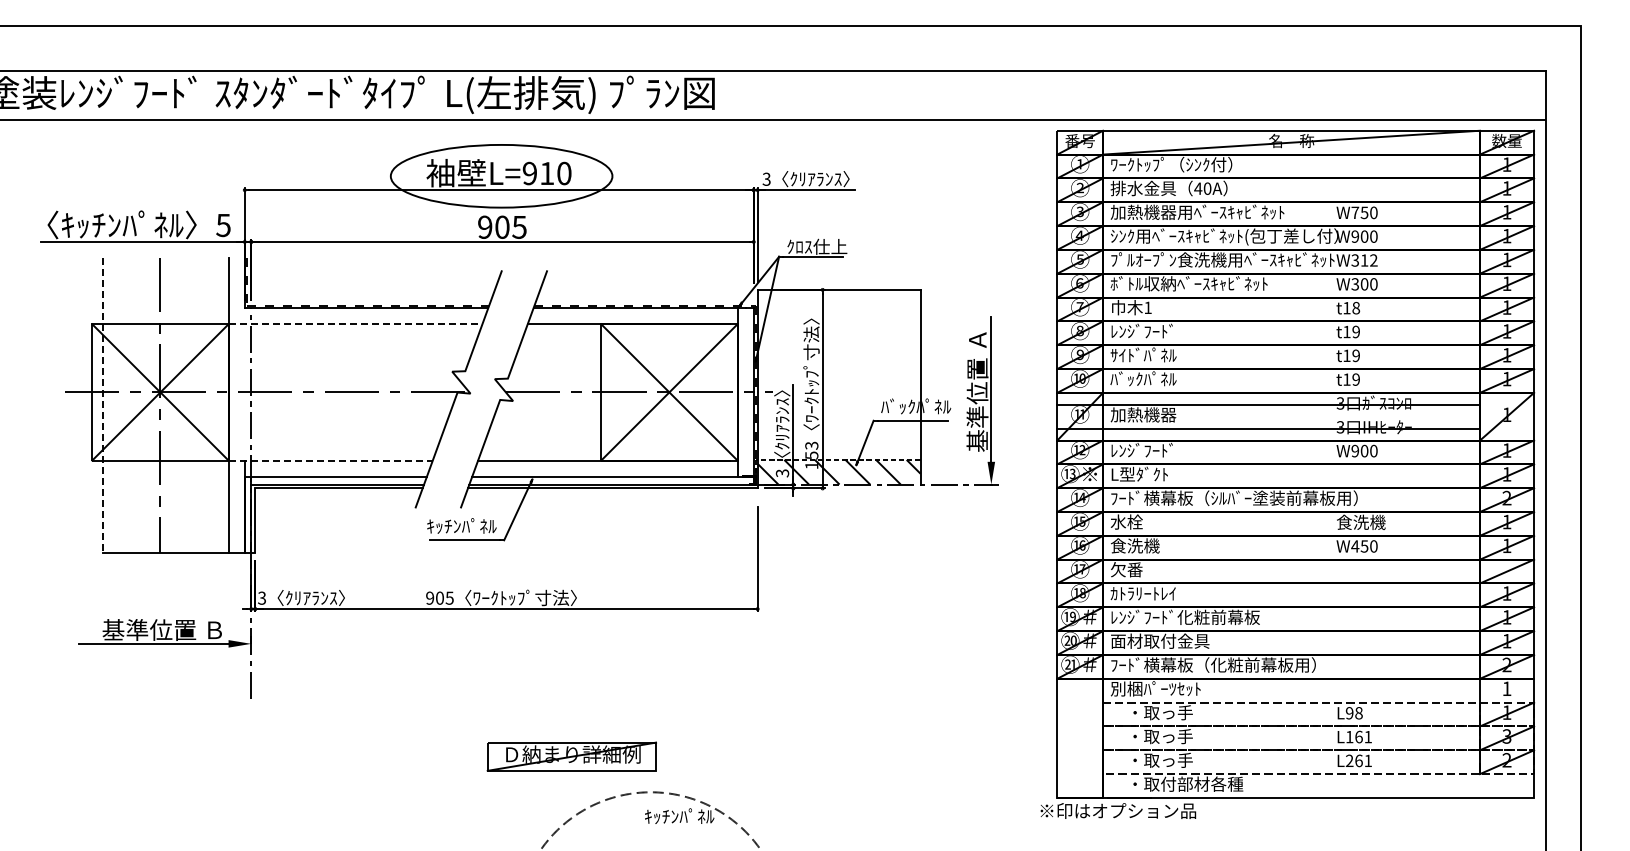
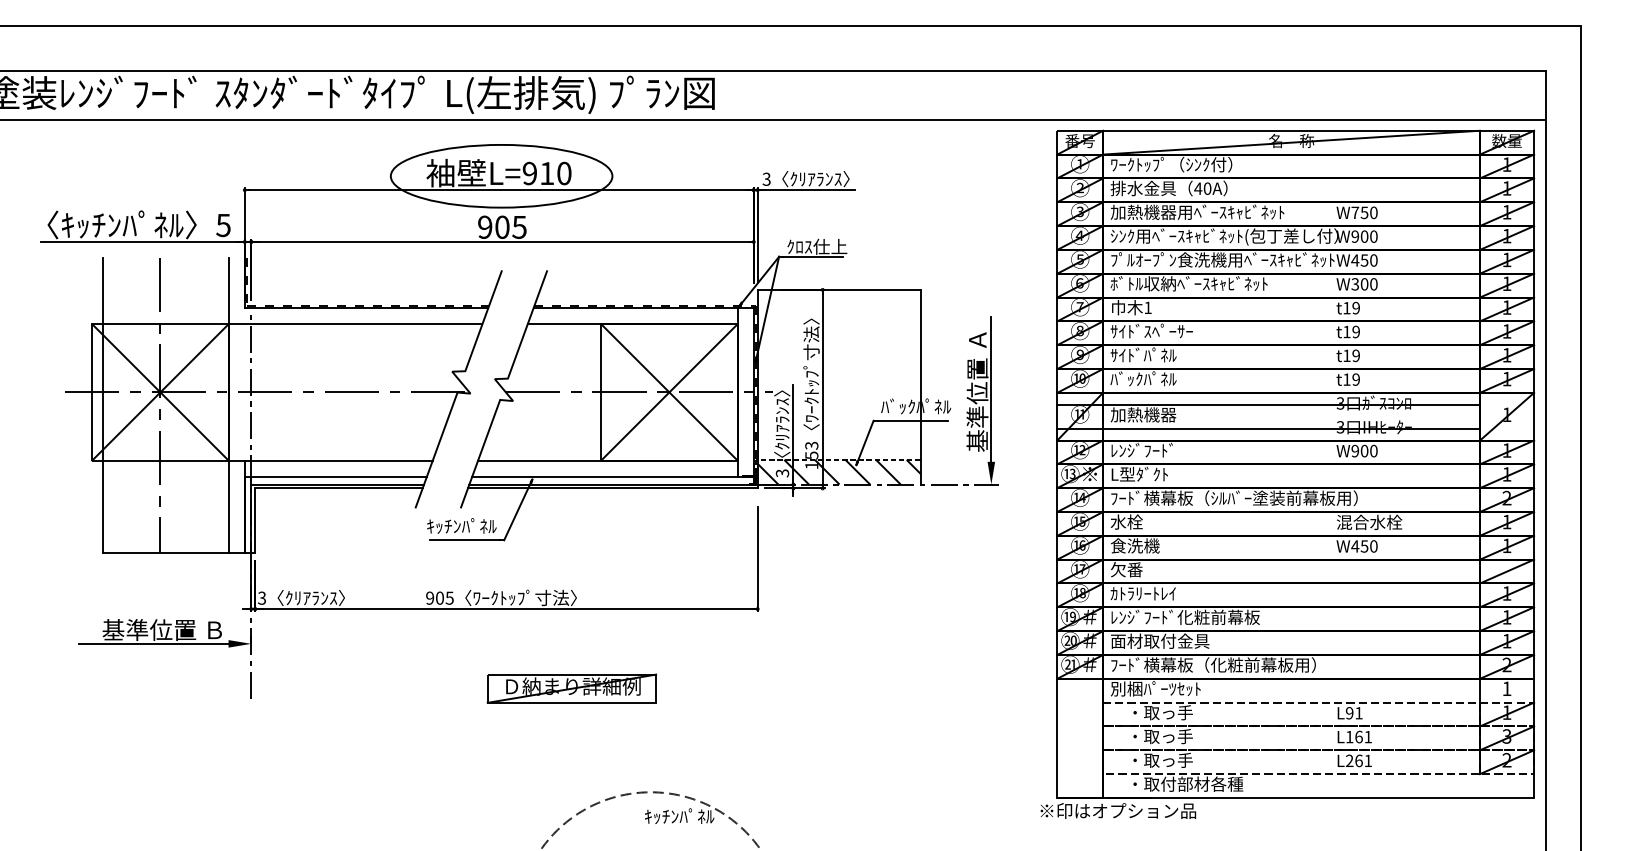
text at (1364, 260): W312 -> W450
text at (1356, 308): t18 -> t19
line at (355, 324): dashed -> solid
text at (1151, 330): ﾚﾝｼﾞﾌｰﾄﾞ -> ｻｲﾄﾞｽﾍﾟｰｻｰ
line at (103, 405): dashed -> solid
line at (331, 460): dashed -> solid
text at (1369, 522): 食洗機 -> 混合水栓
text at (1358, 713): L98 -> L91
part at (571, 756) position: (571, 756) -> (571, 688)
